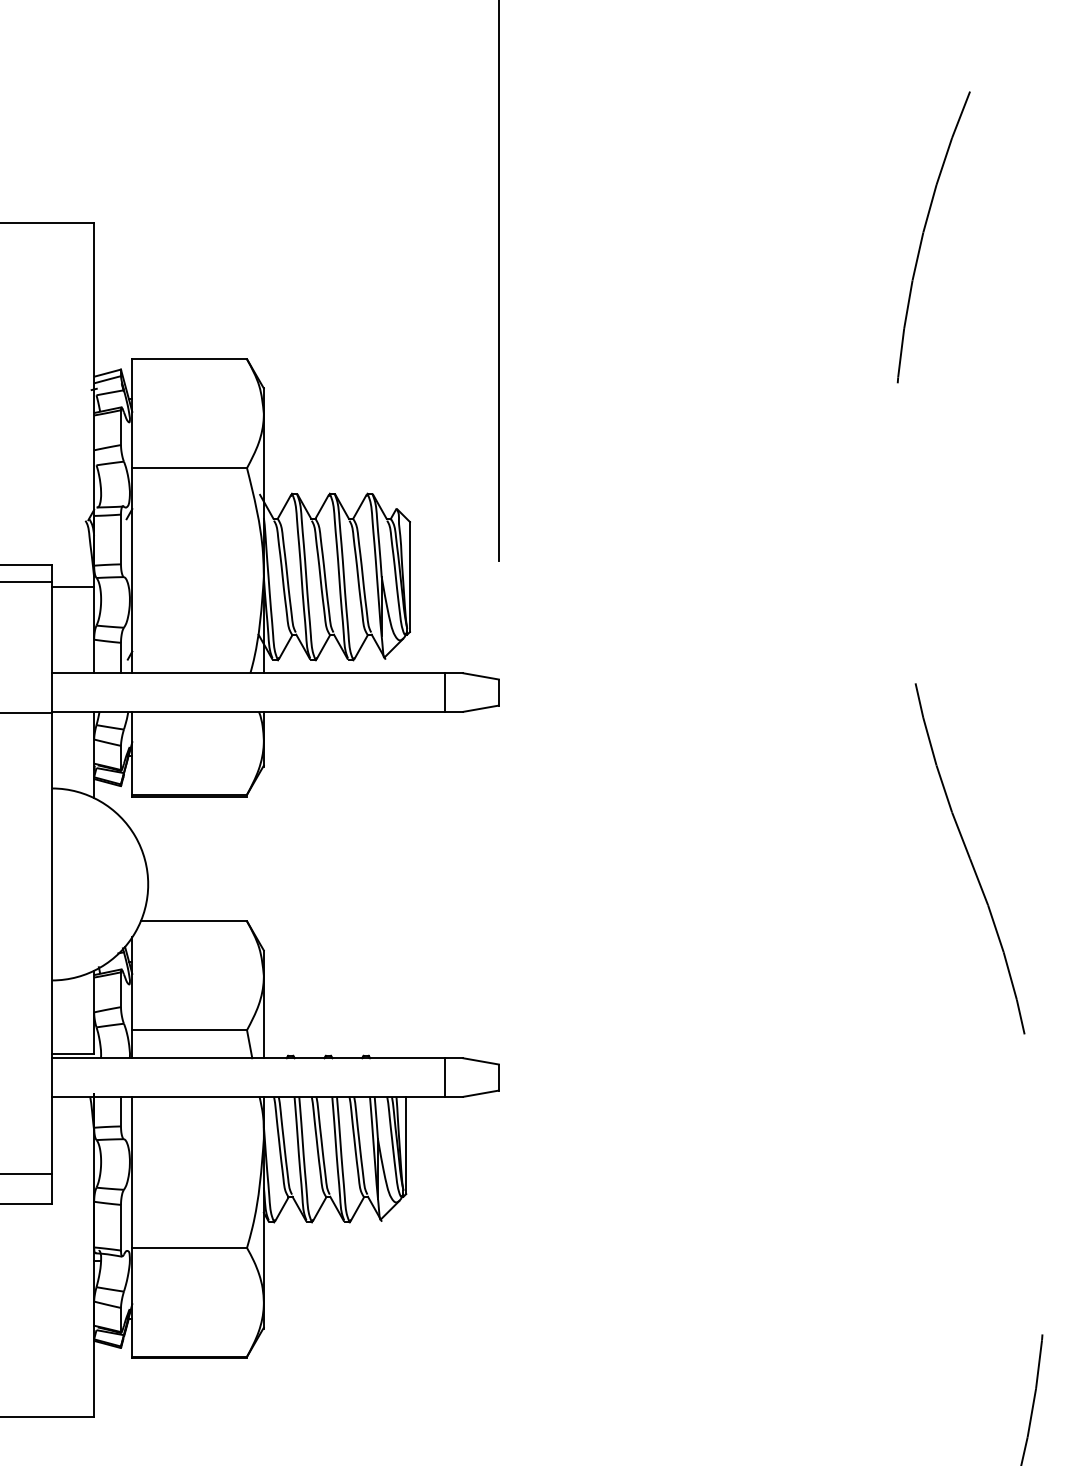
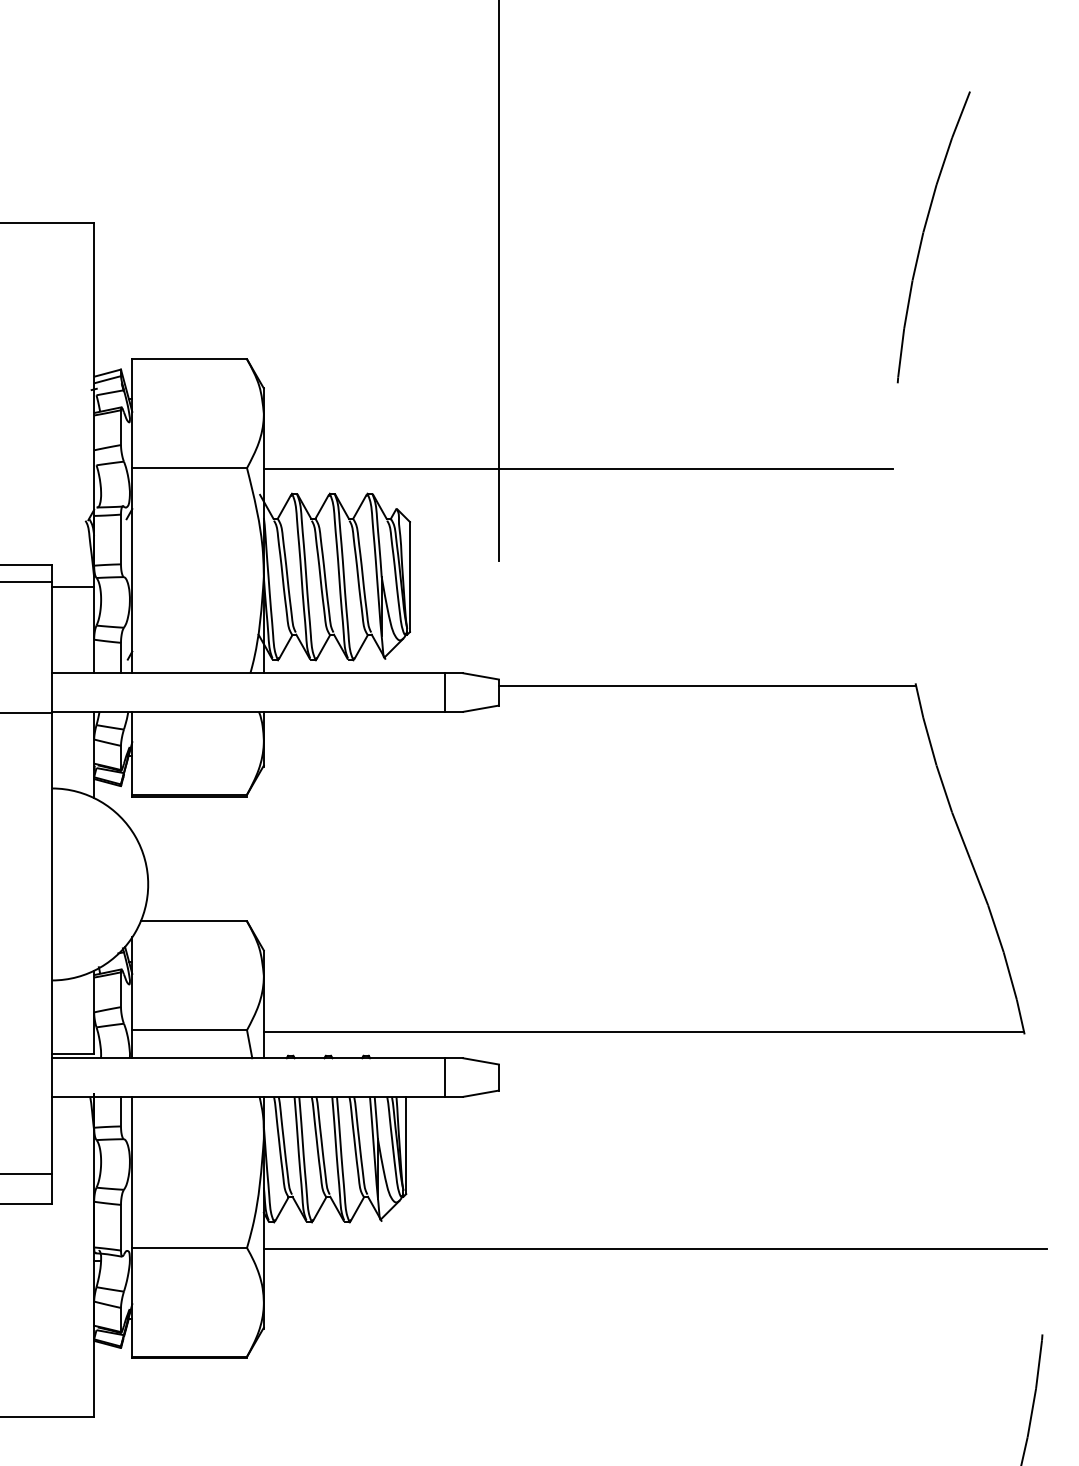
line at (578, 468): none -> present
line at (706, 685): none -> present
line at (643, 1031): none -> present
line at (654, 1249): none -> present
